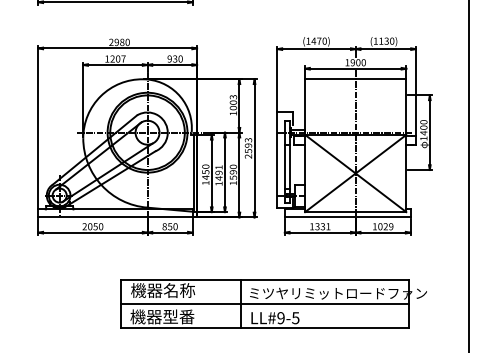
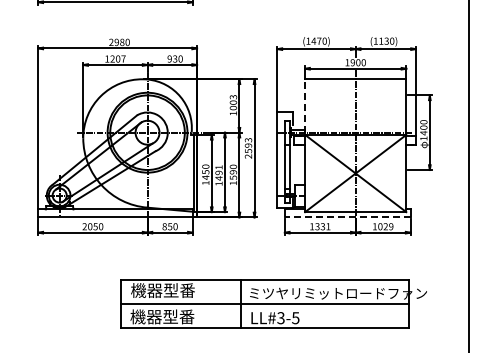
line at (305, 106): solid -> dashed
line at (347, 217): solid -> dashed
text at (179, 290): 機器名称 -> 機器型番
text at (280, 318): LL#9-5 -> LL#3-5
